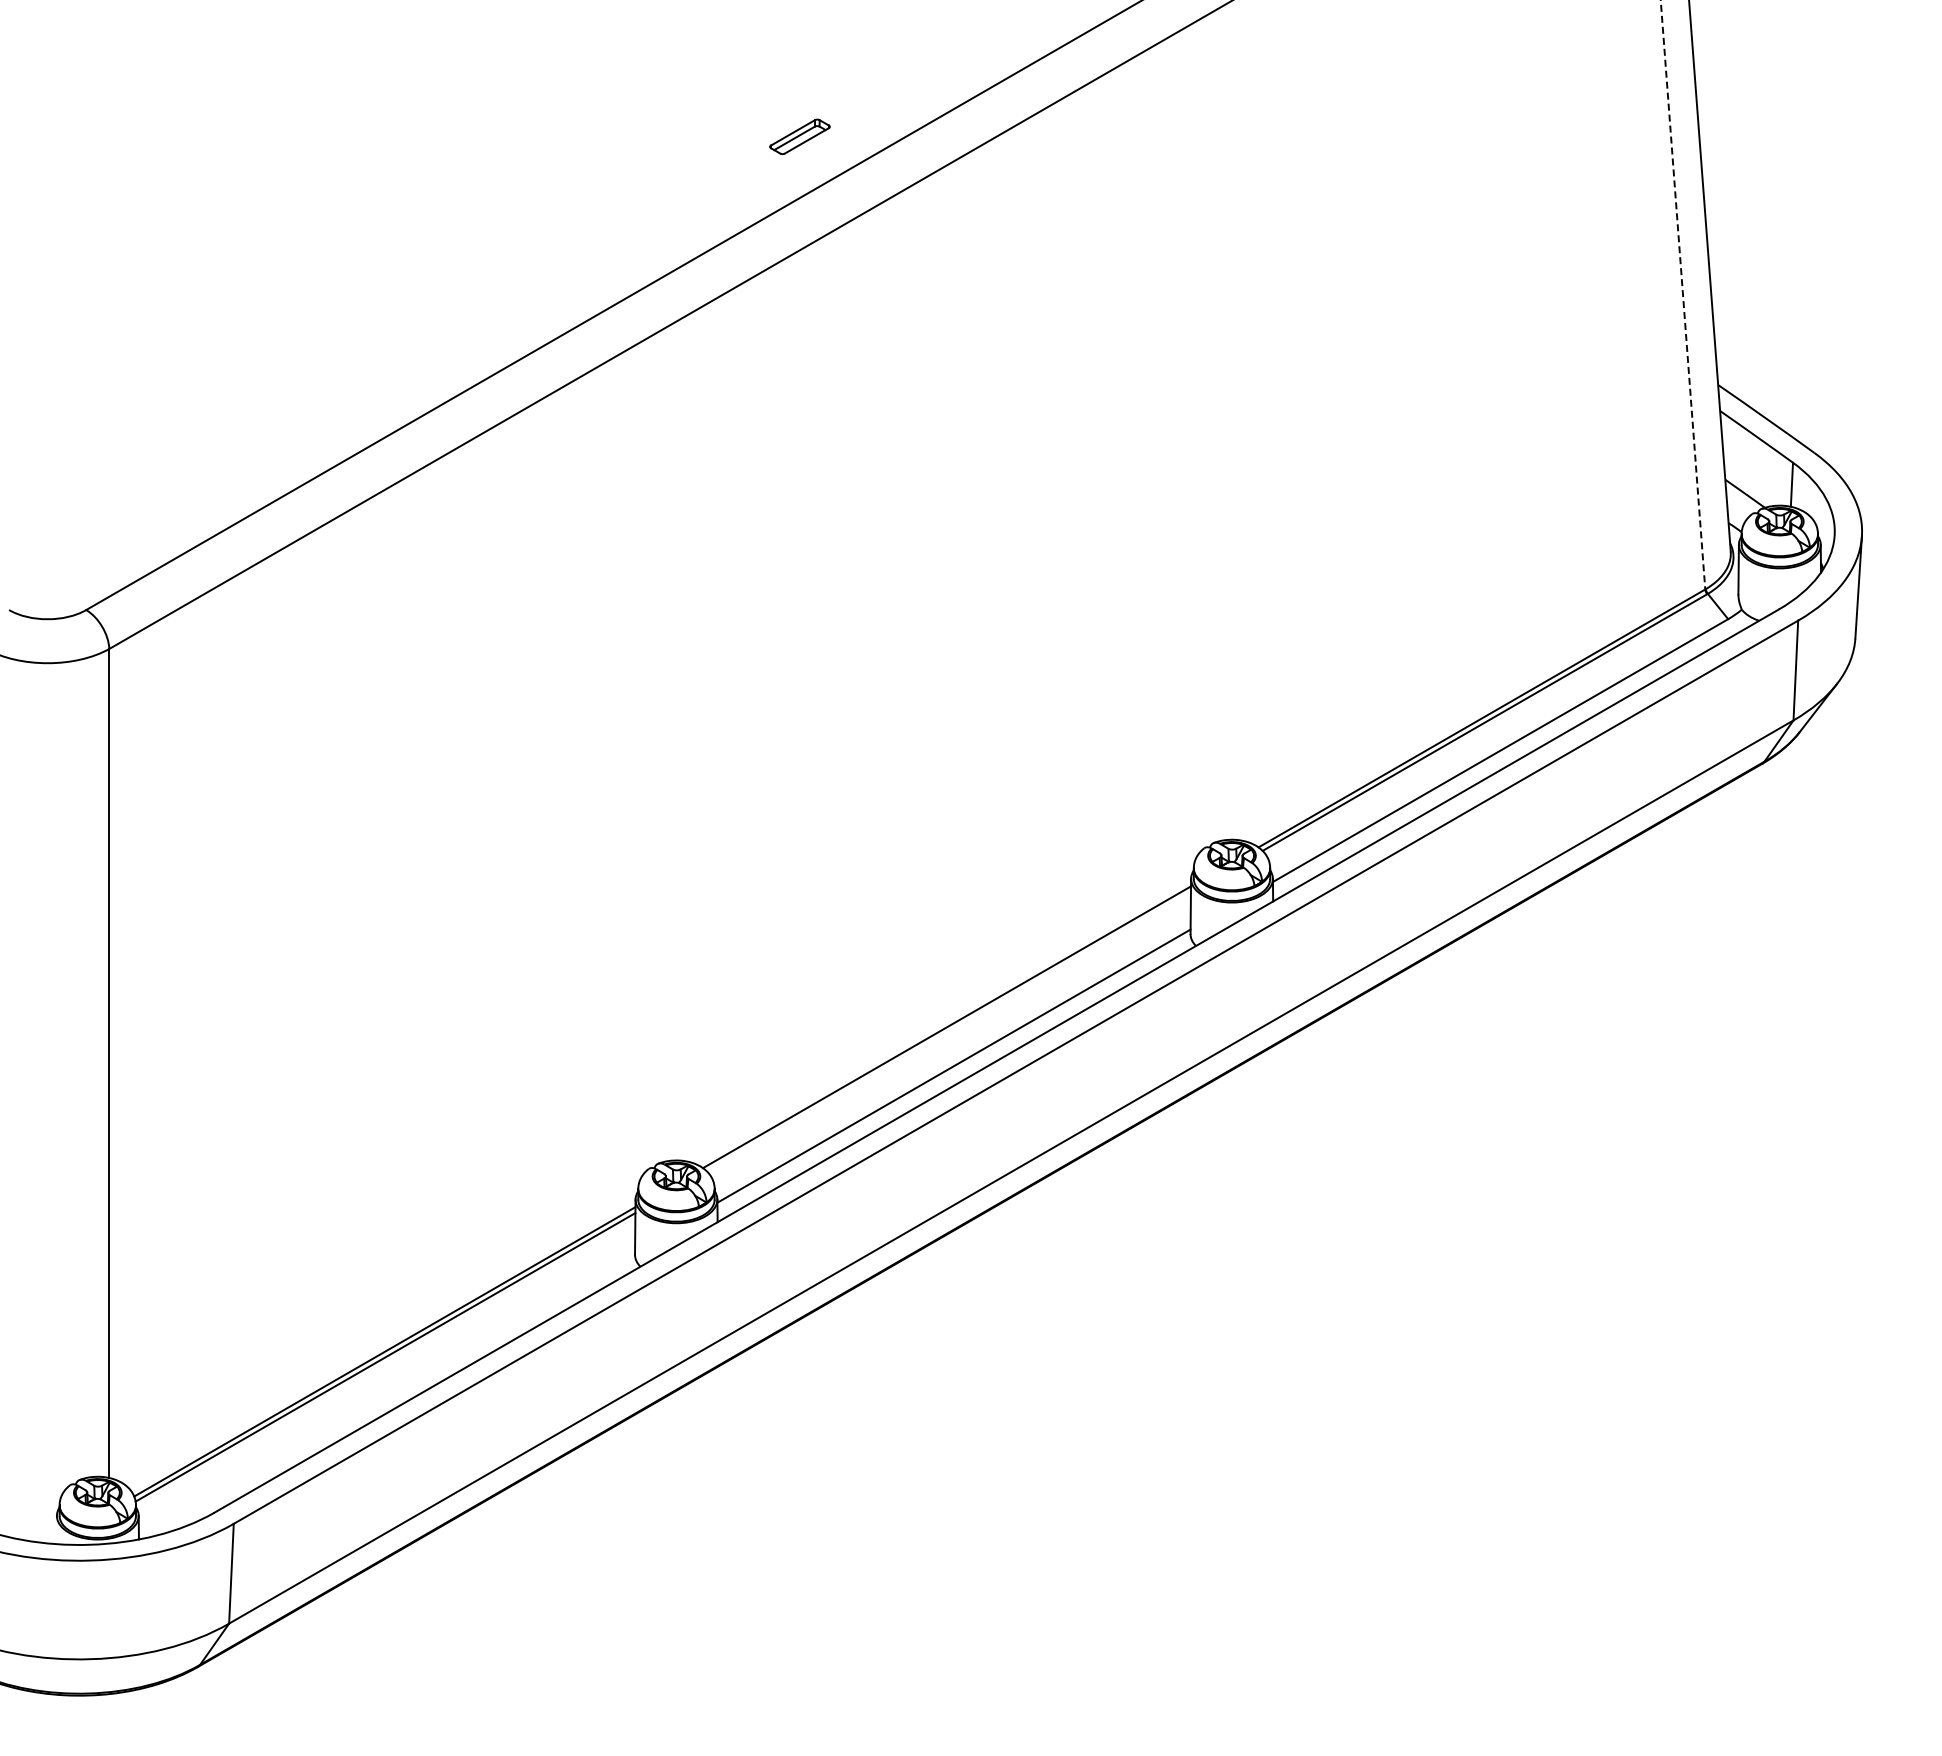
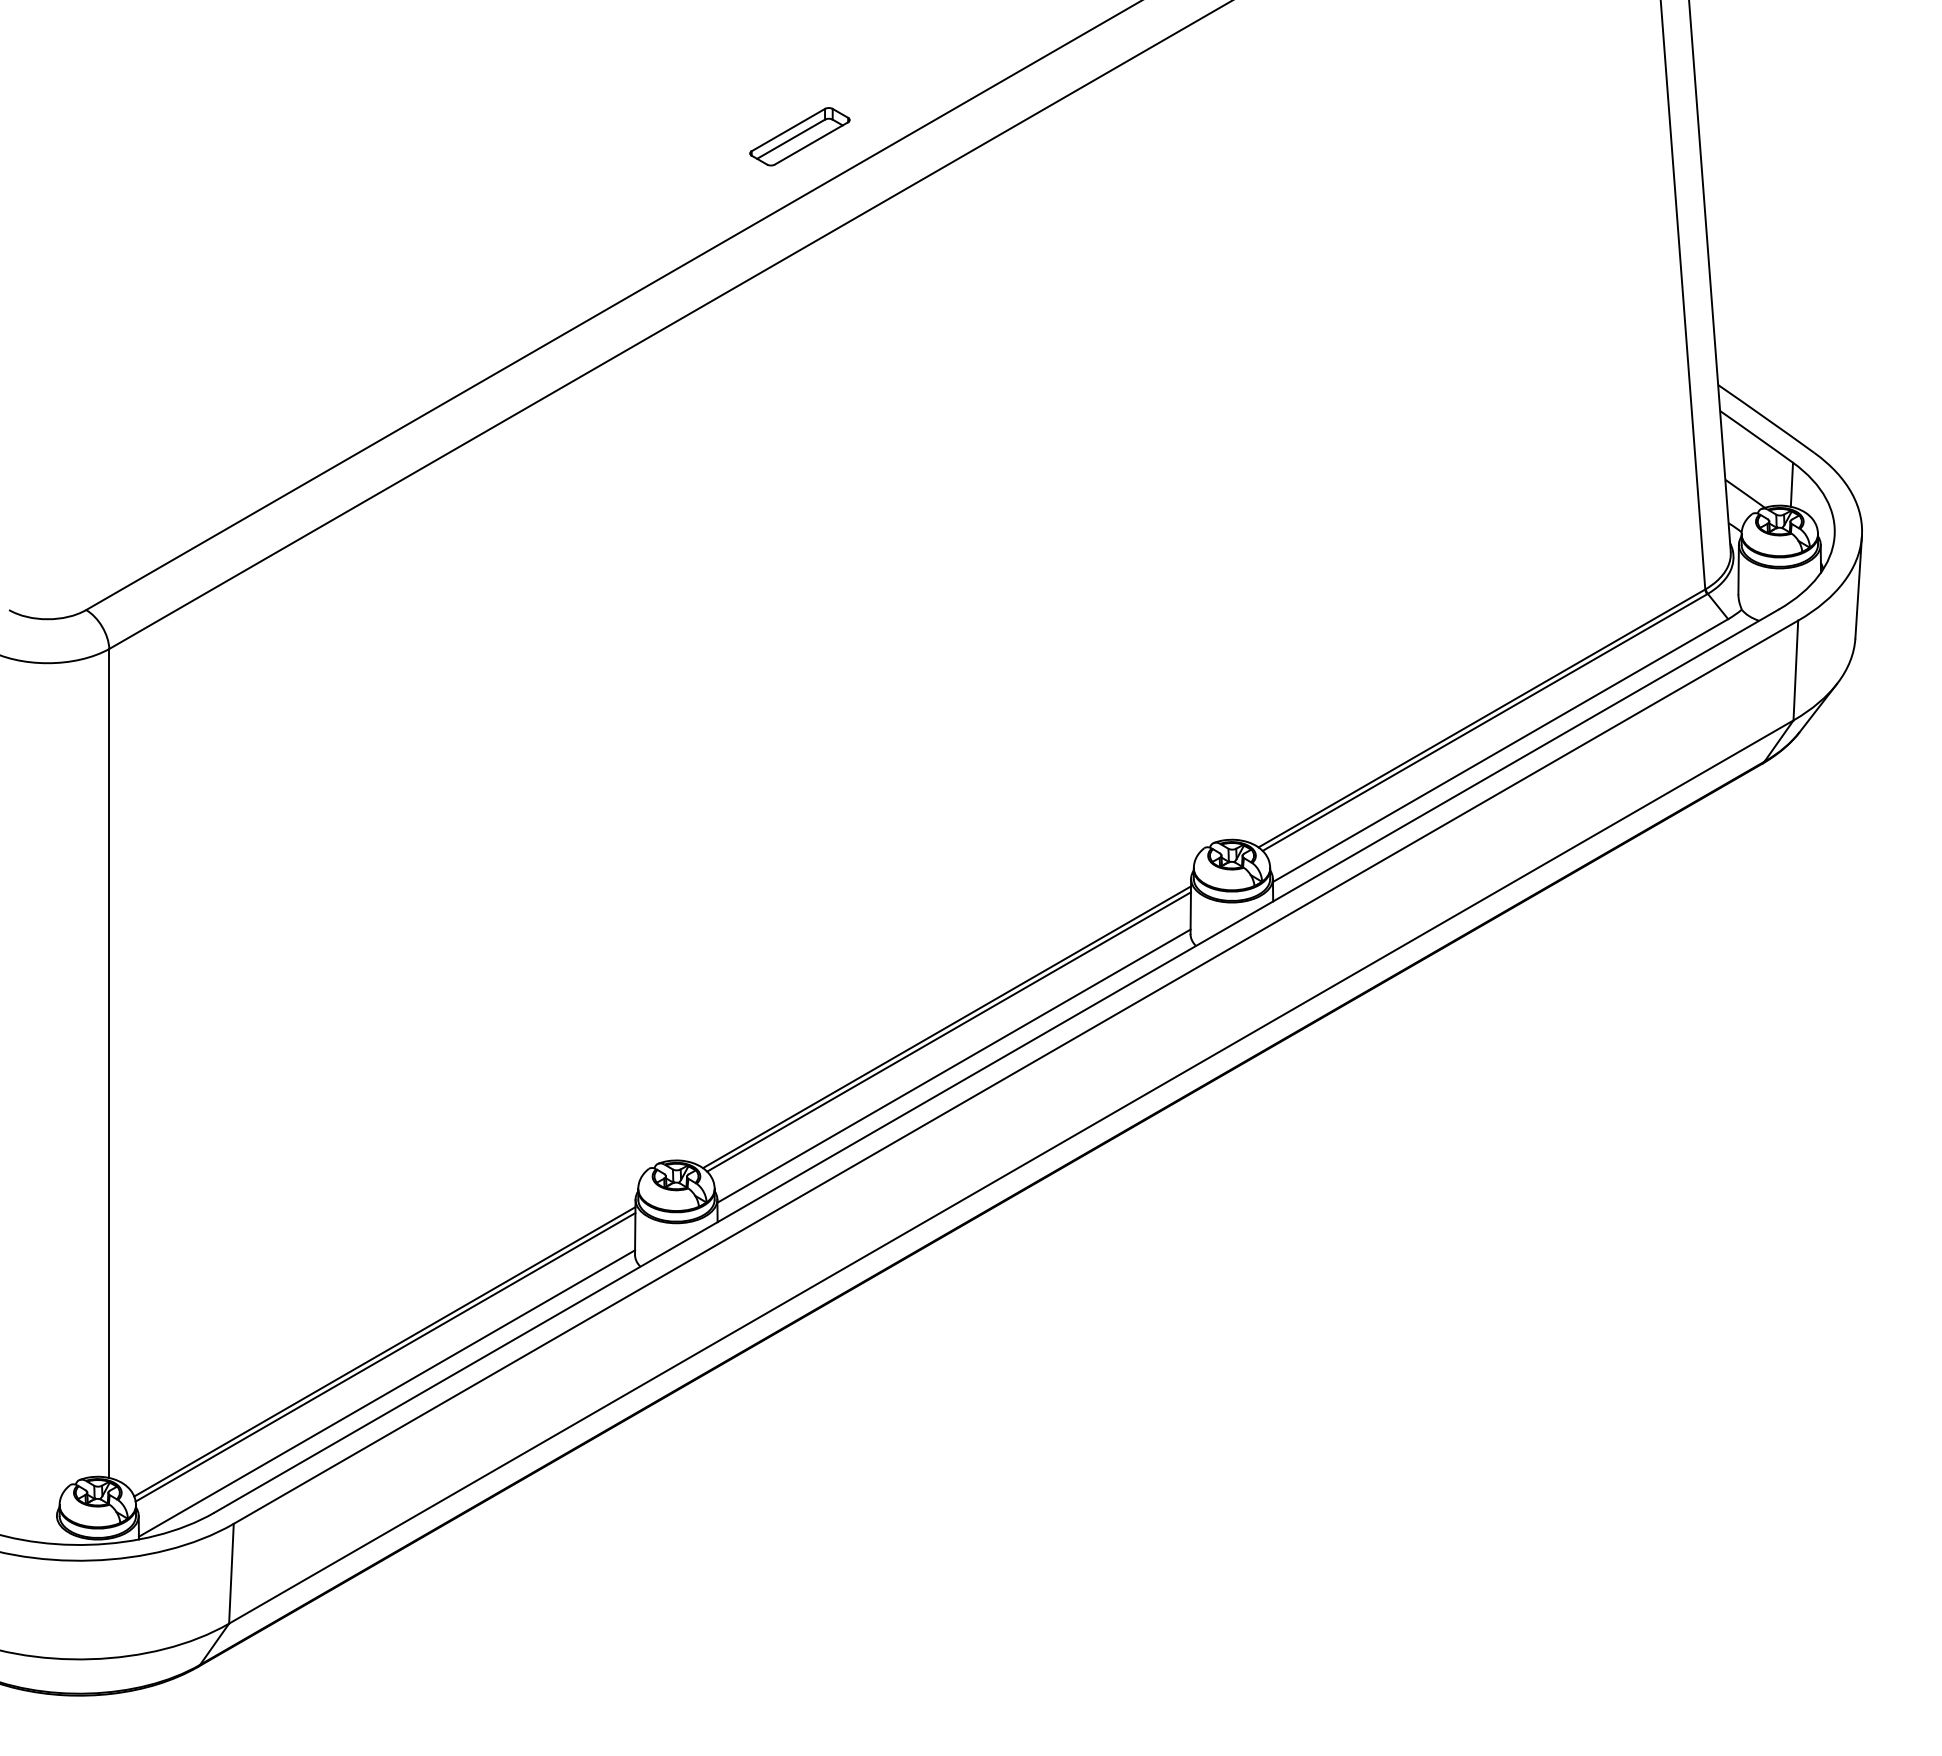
part at (799, 136) size: 62x37 px -> 102x60 px
line at (1683, 295): dashed -> solid
line at (948, 1031): none -> present
line at (386, 1393): none -> present
